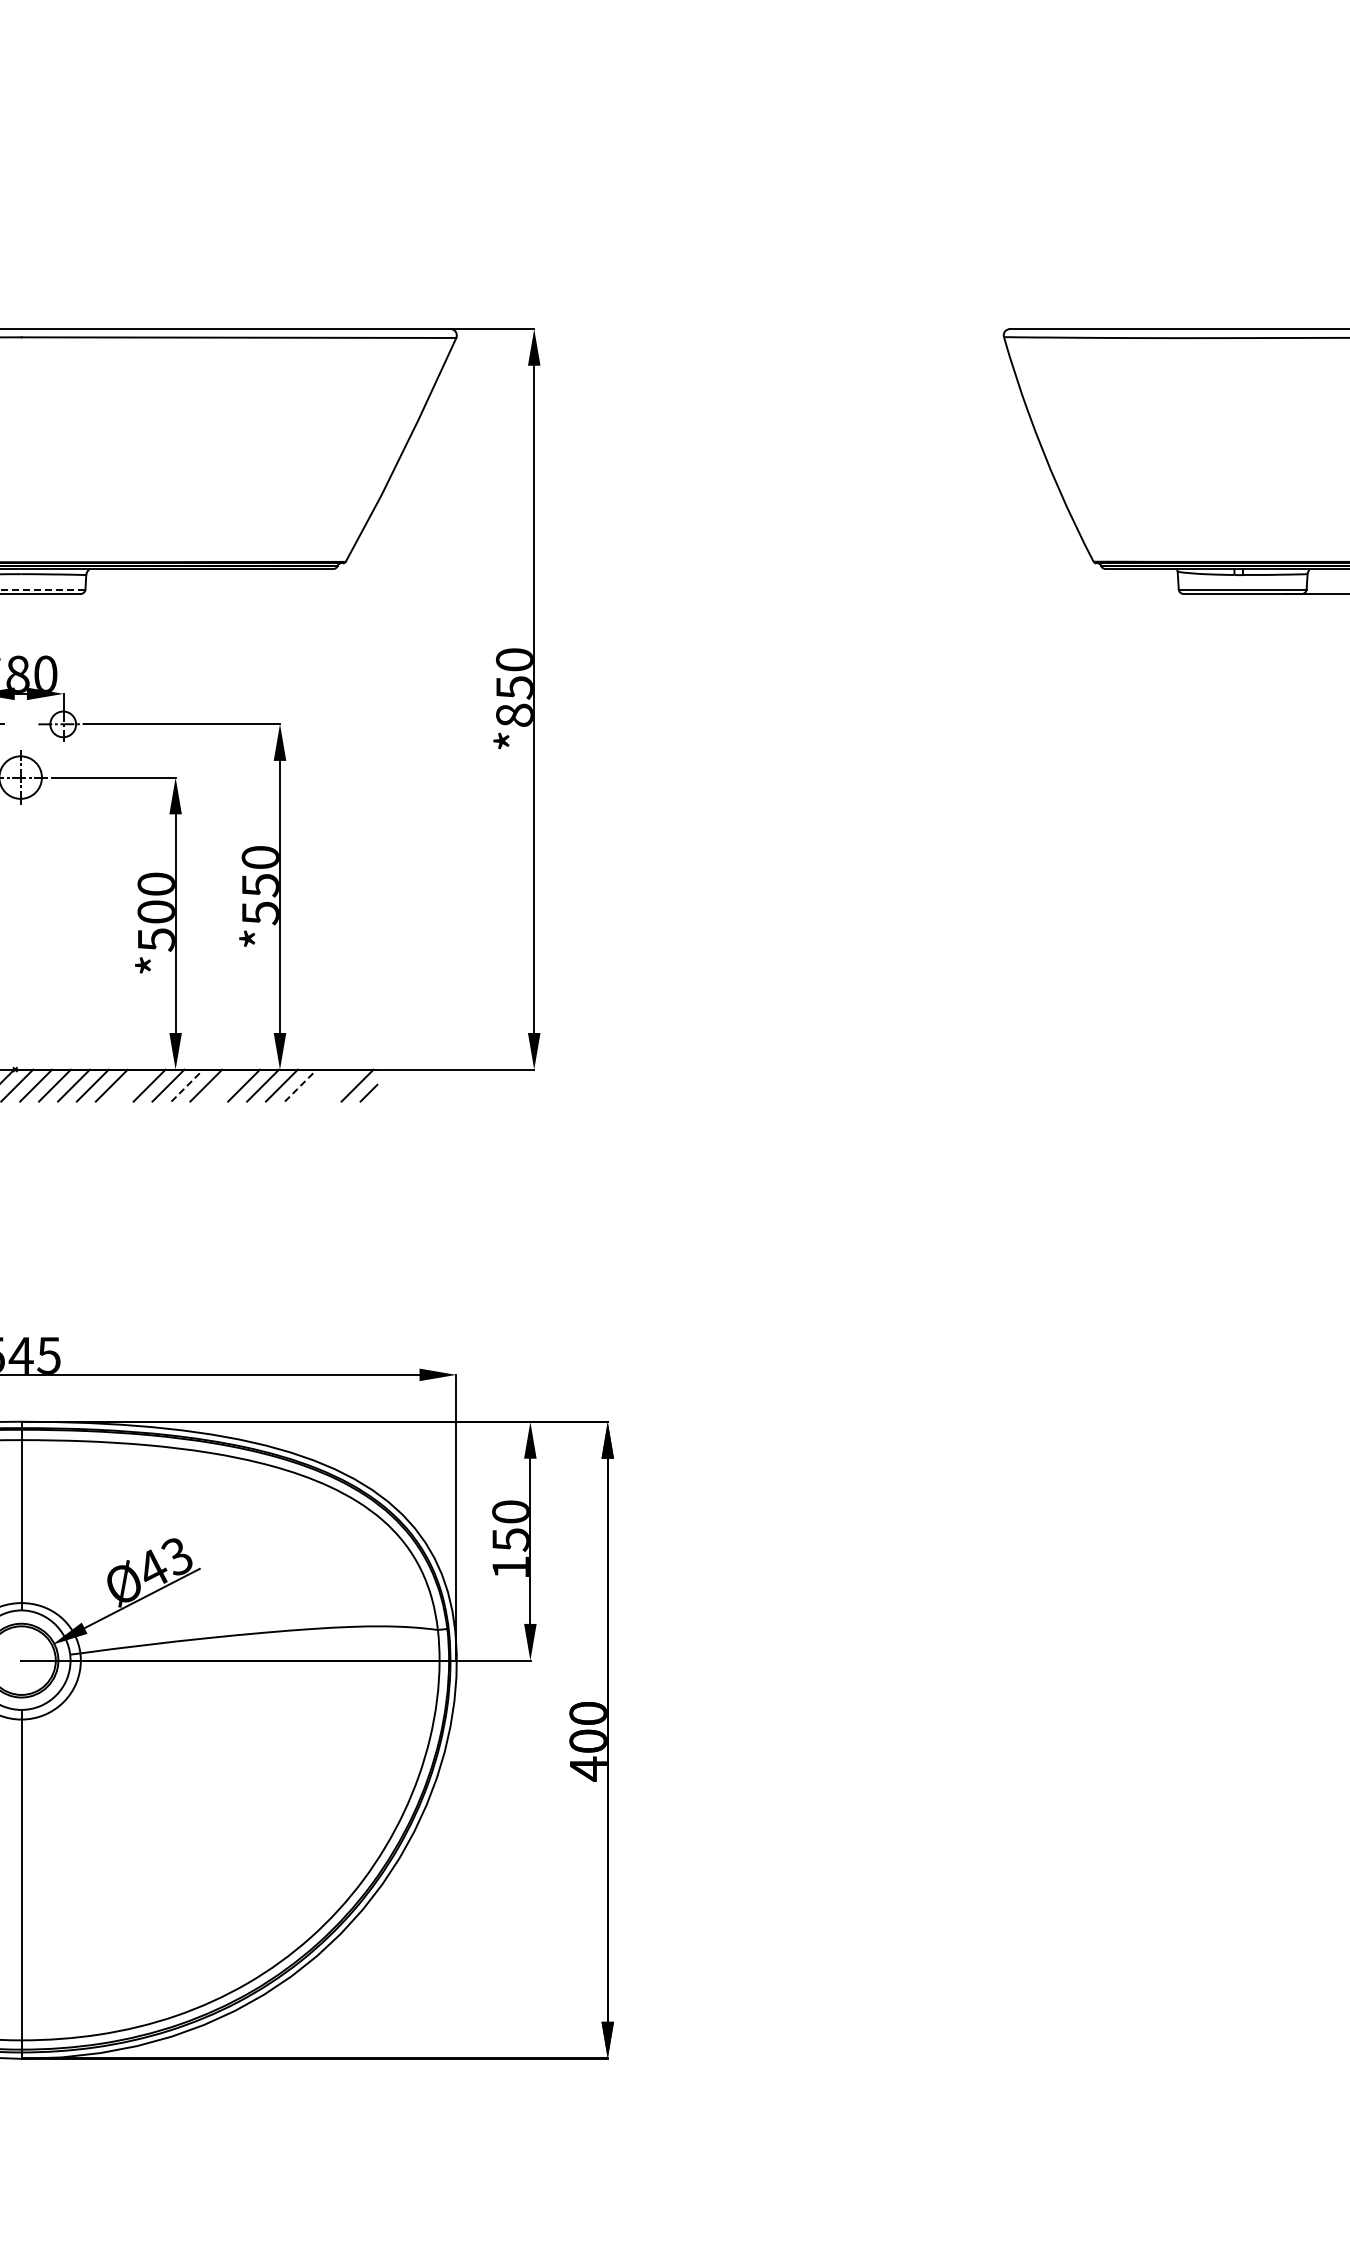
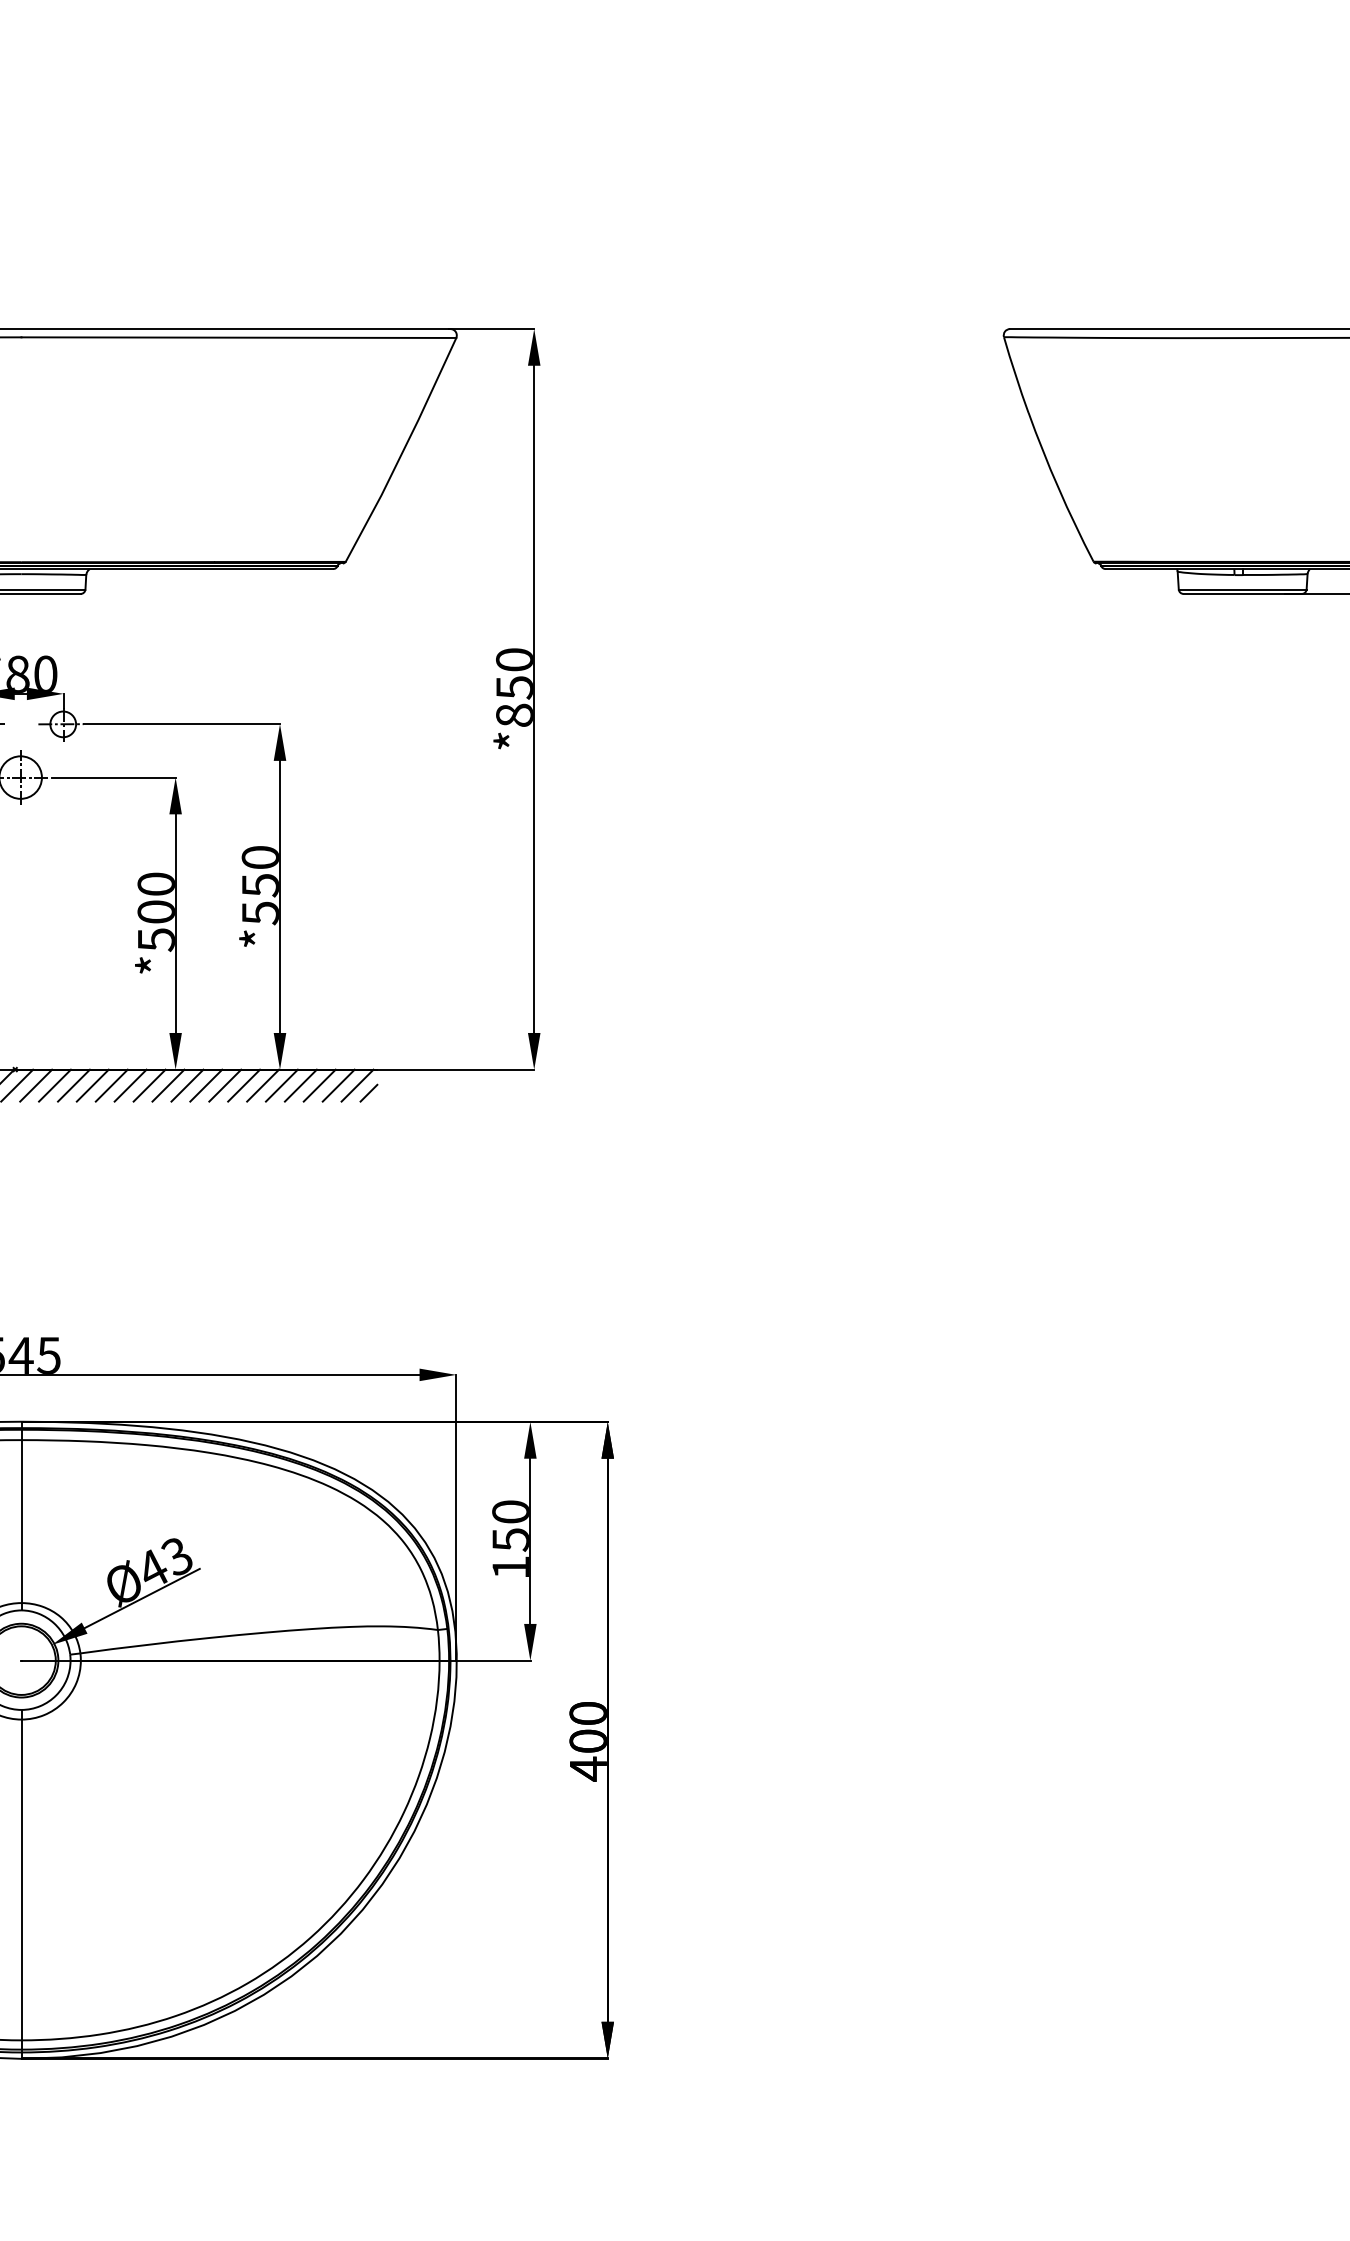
line at (43, 589): dashed -> solid
line at (130, 1085): none -> present
line at (187, 1085): dashed -> solid
line at (225, 1085): none -> present
line at (300, 1085): dashed -> solid
line at (319, 1085): none -> present
line at (338, 1085): none -> present
